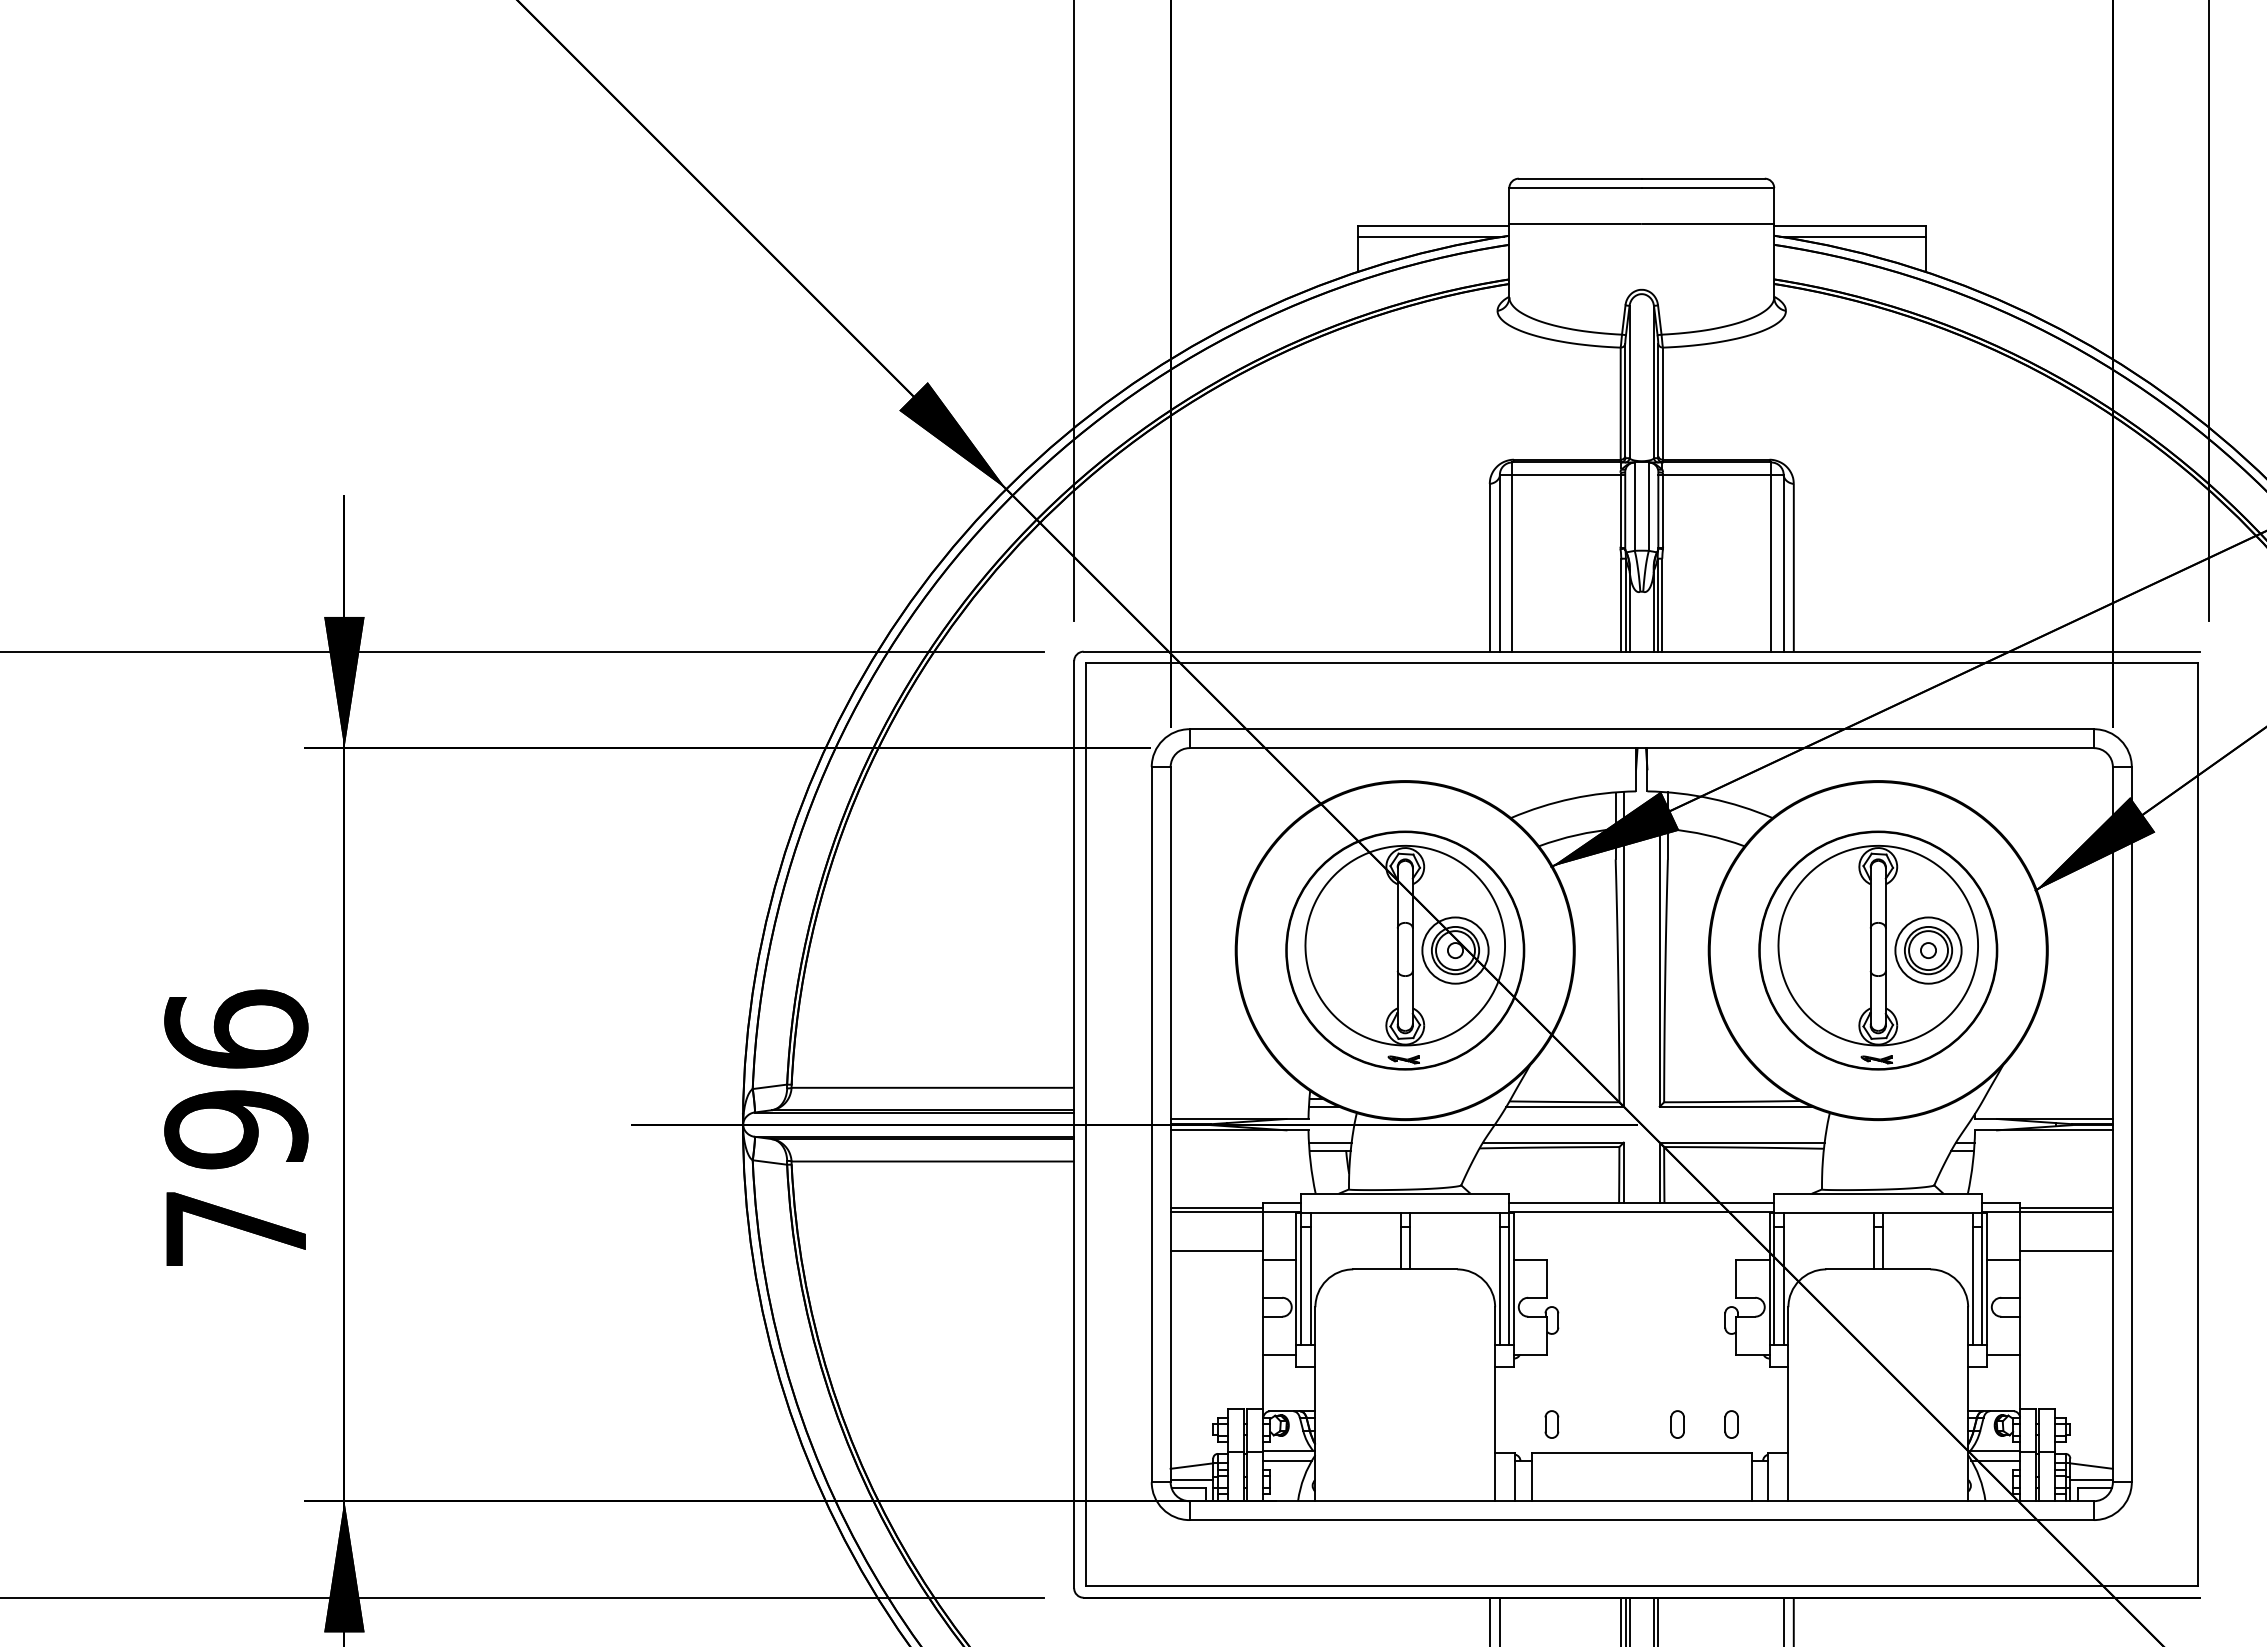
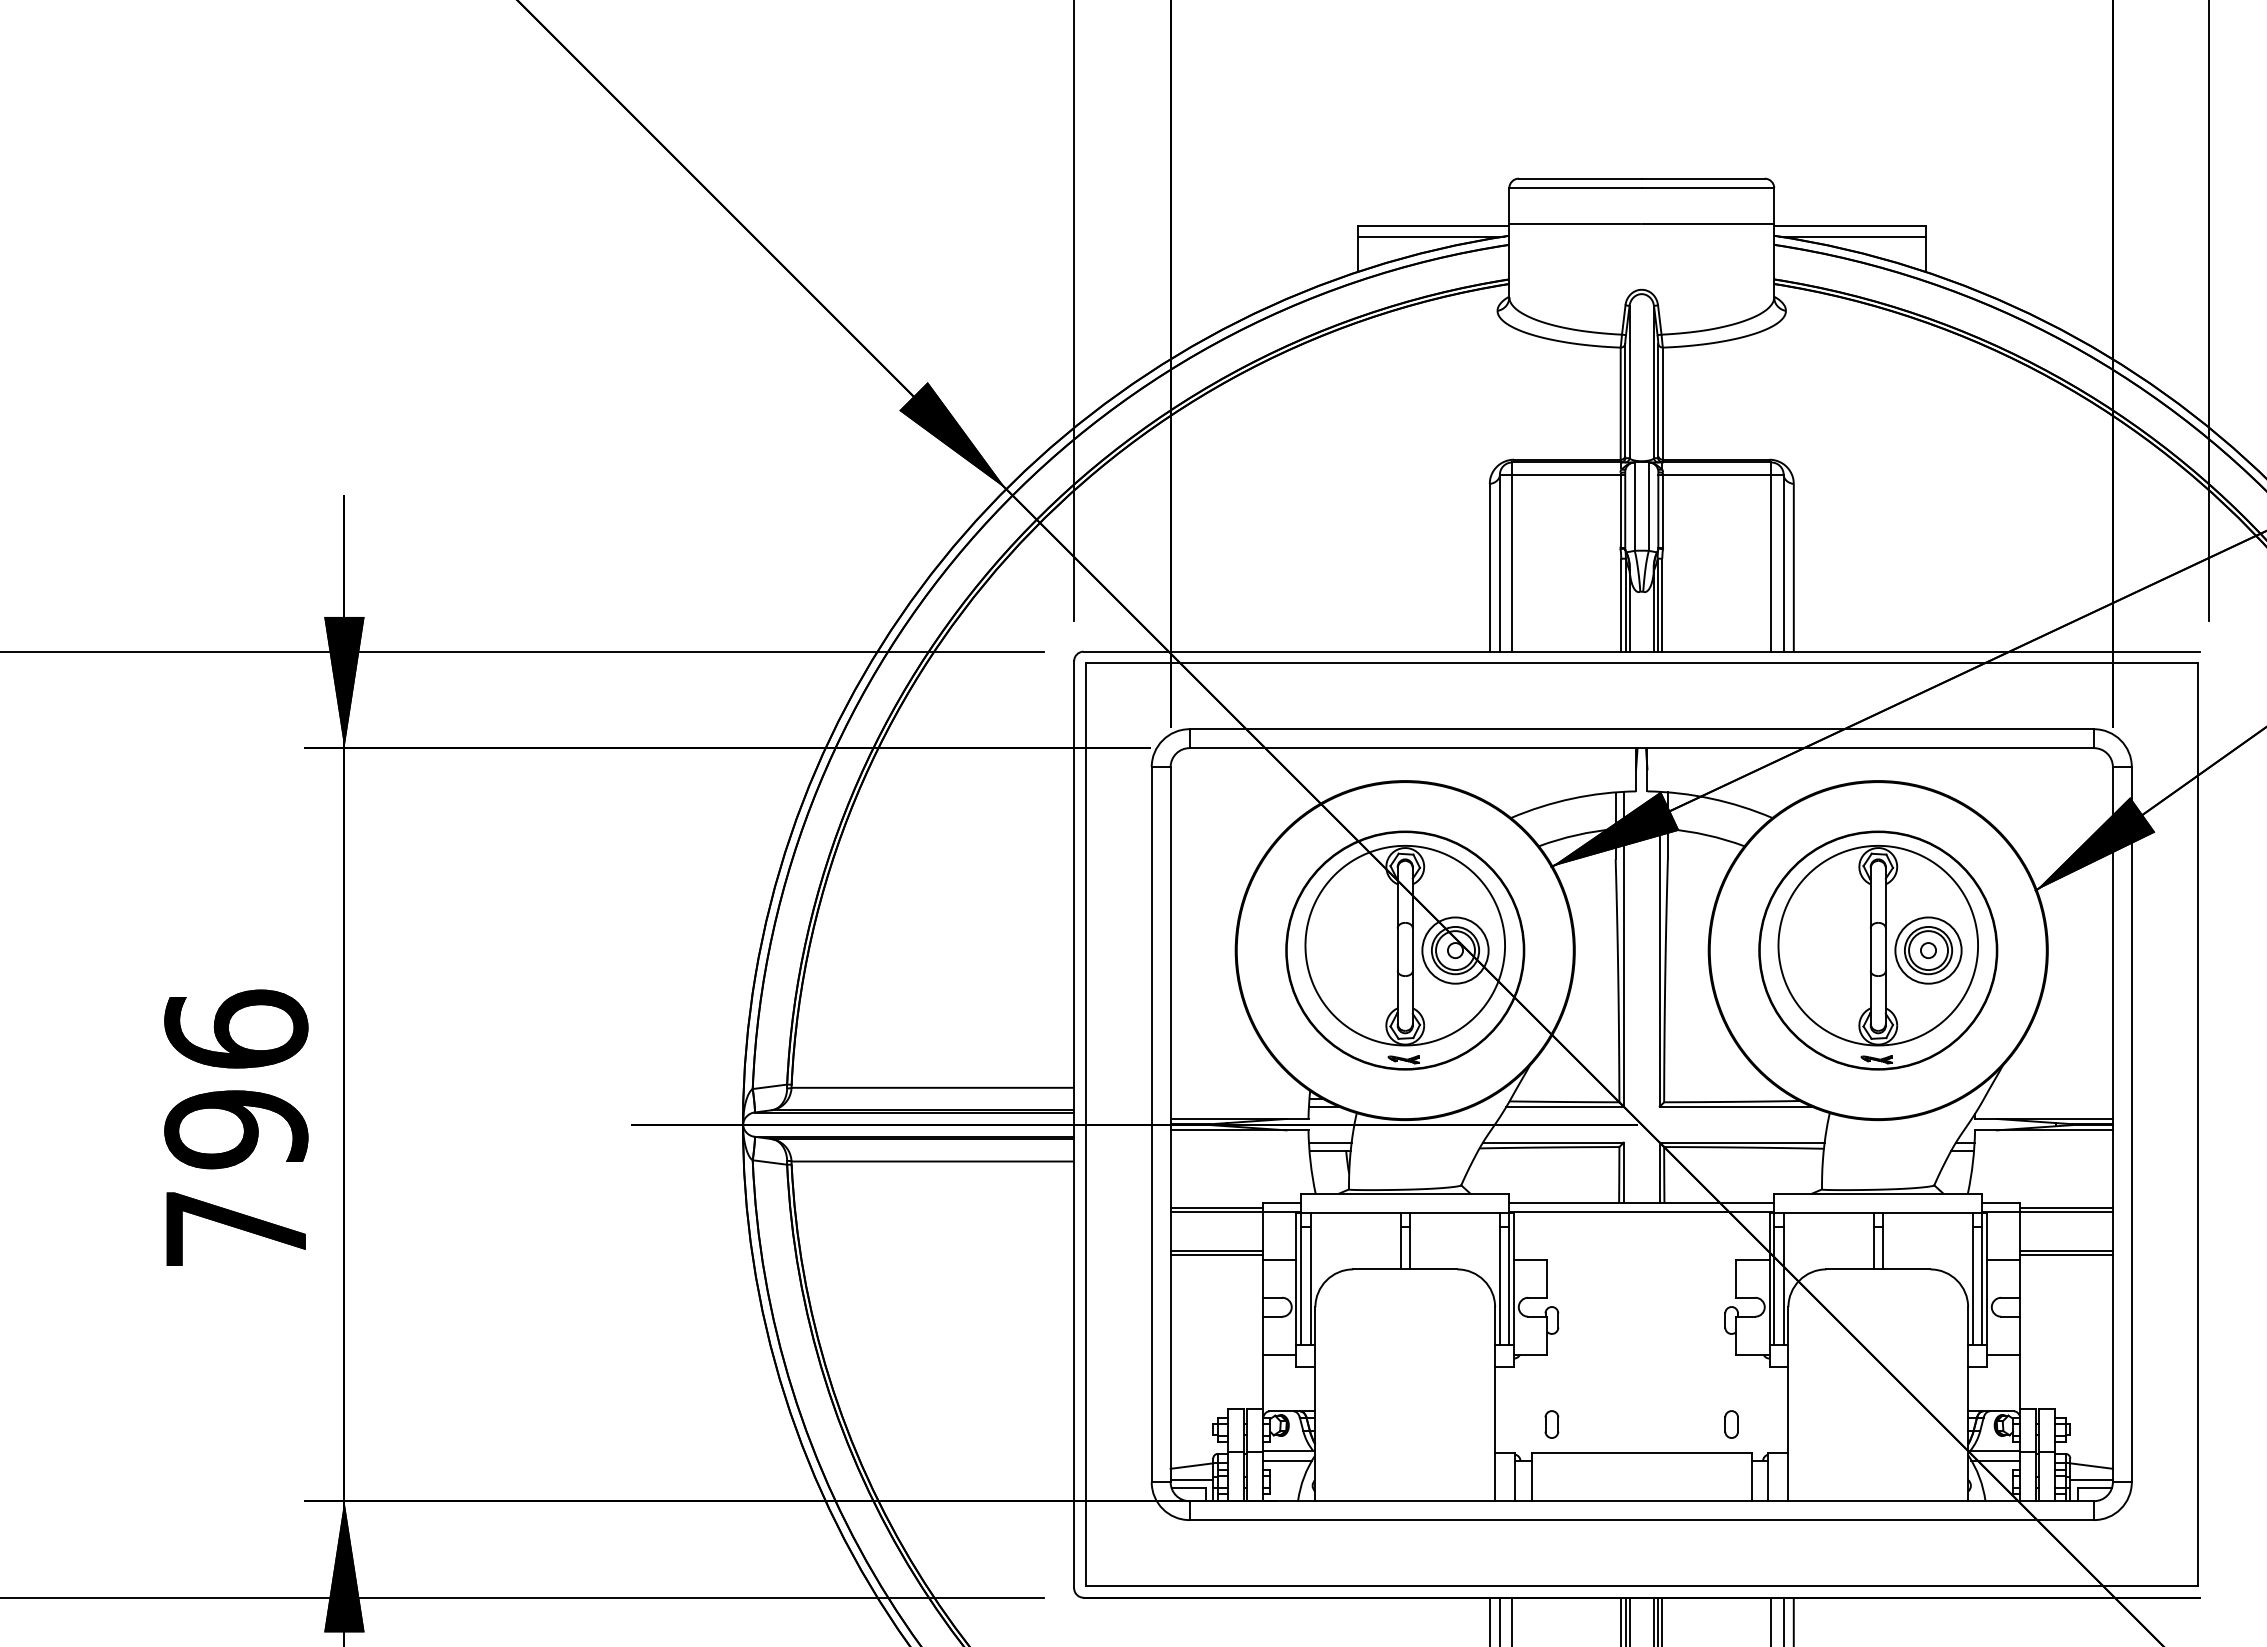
line at (1216, 1255): none -> present
line at (2066, 1255): none -> present
part at (1677, 1424): present -> none
line at (1512, 1620): none -> present
line at (1662, 1620): none -> present
line at (1771, 1620): none -> present
